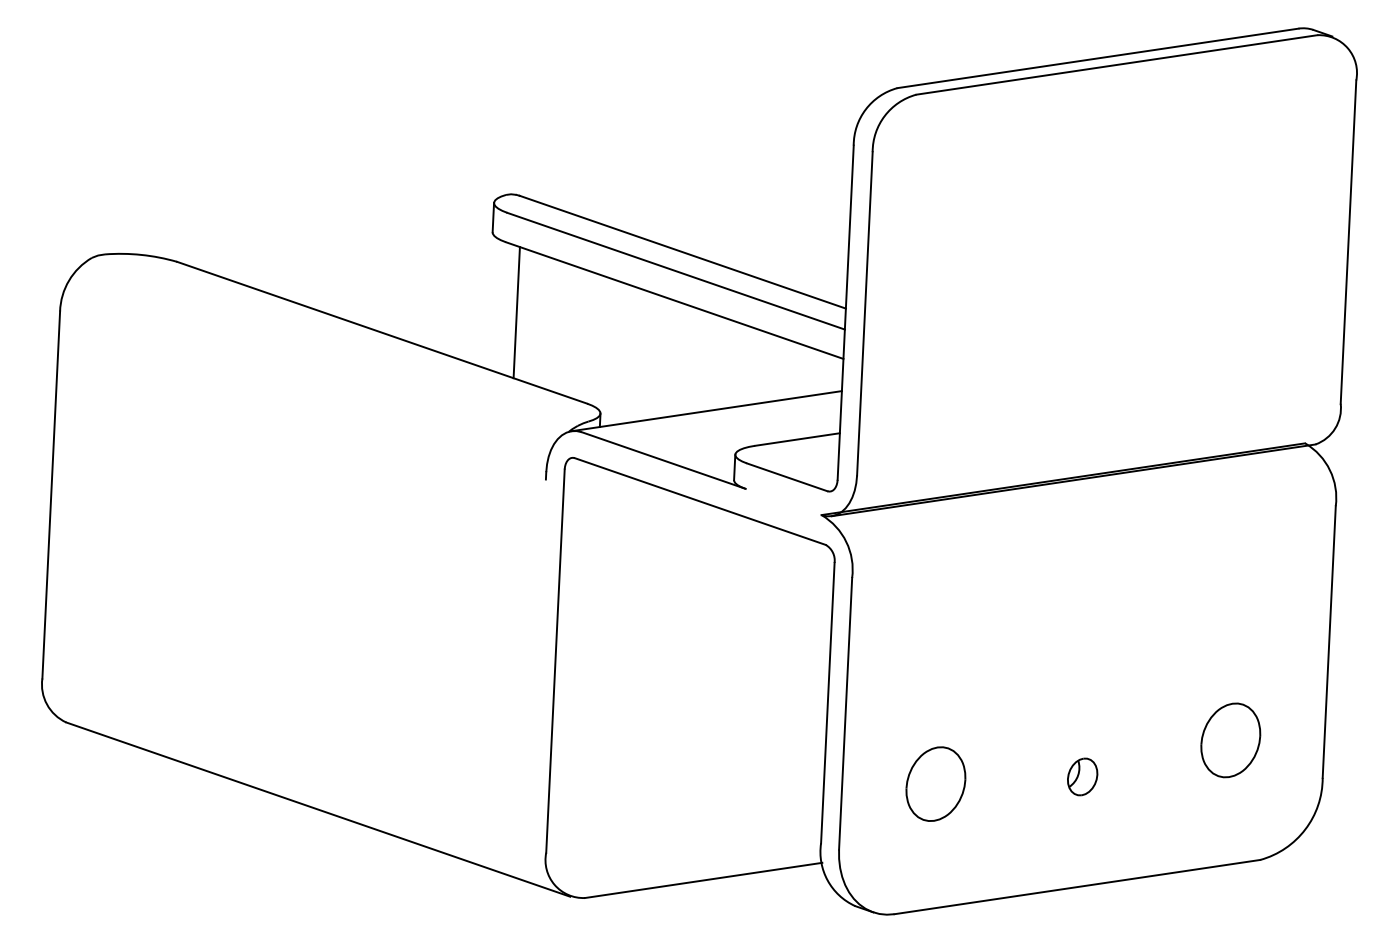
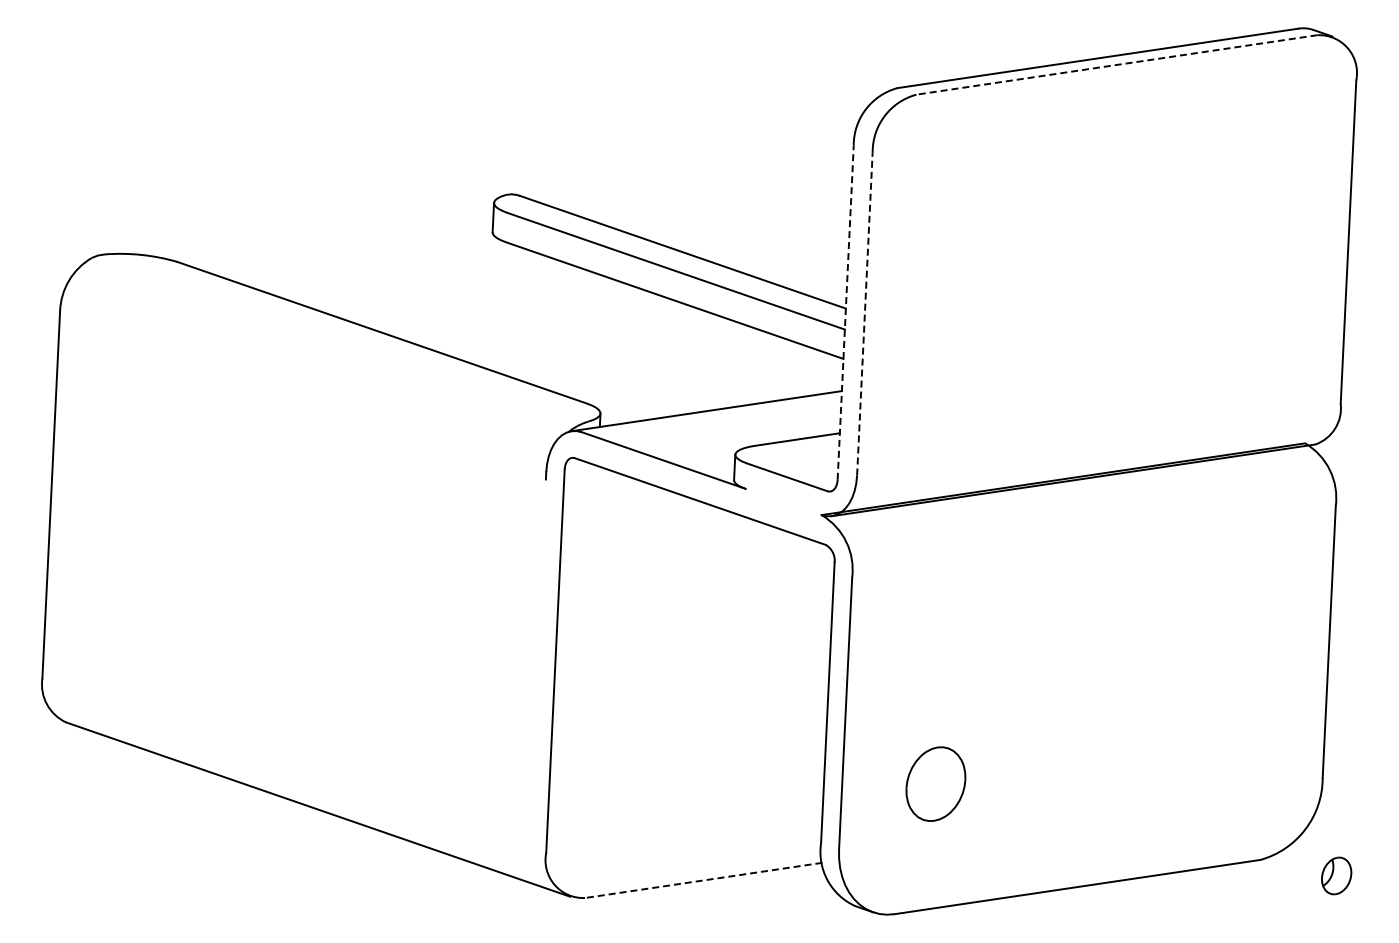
line at (1116, 64): solid -> dashed
line at (516, 312): present -> none
line at (845, 312): solid -> dashed
line at (864, 313): solid -> dashed
part at (1230, 740): present -> none
part at (1082, 776) position: (1082, 776) -> (1336, 875)
line at (703, 880): solid -> dashed
